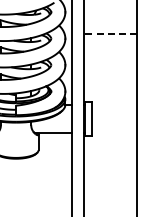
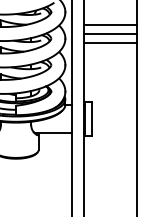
line at (110, 24): none -> present
line at (110, 34): dashed -> solid
line at (110, 43): none -> present
